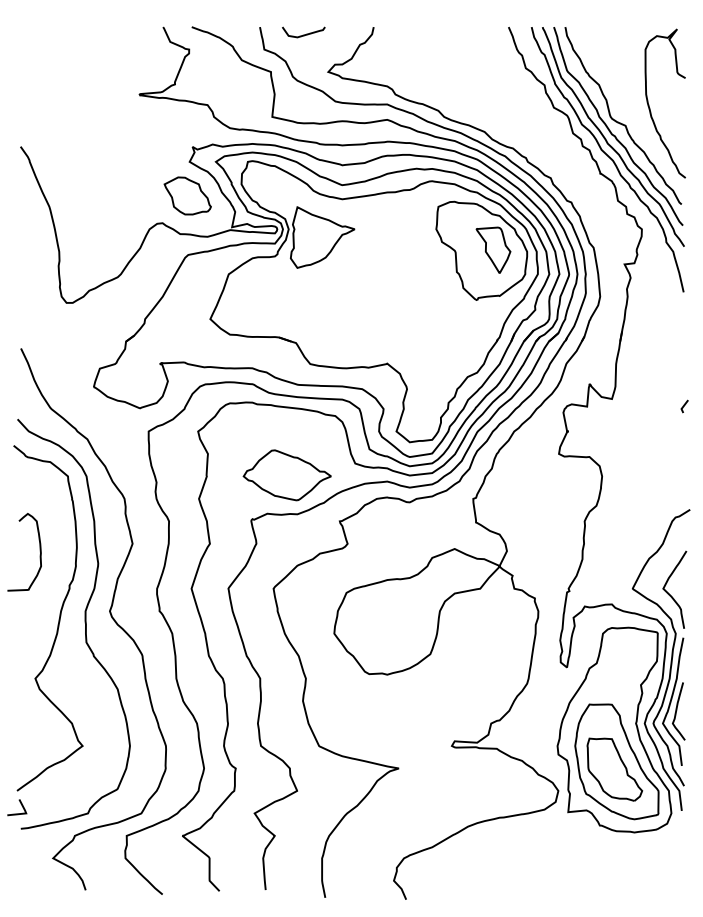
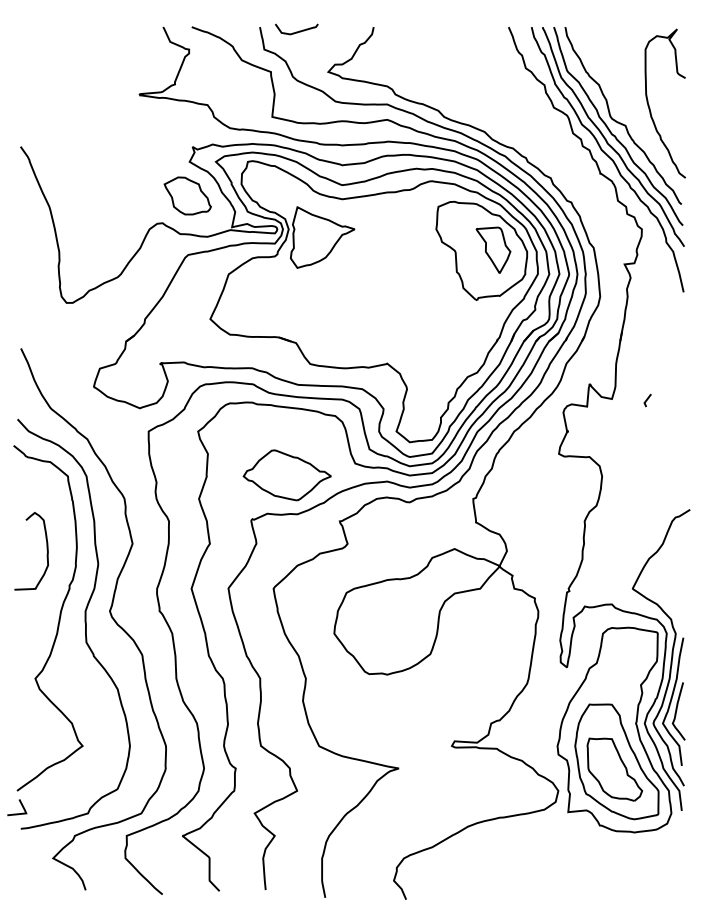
curve at (303, 34) position: (303, 34) -> (296, 31)
line at (684, 406) position: (684, 406) -> (647, 400)
curve at (39, 551) position: (39, 551) -> (46, 550)
curve at (669, 593): present -> none
